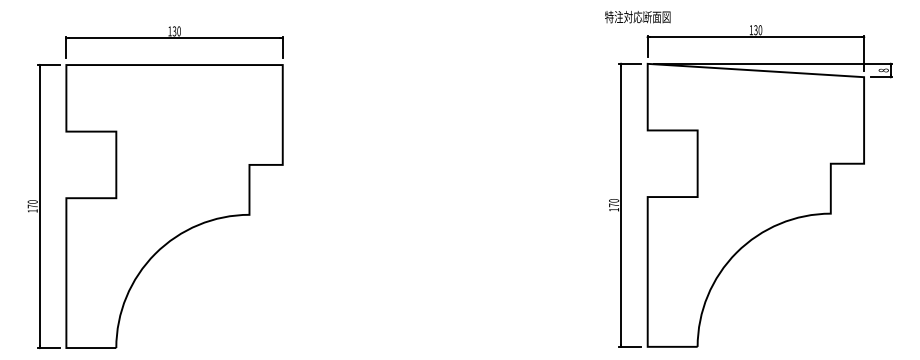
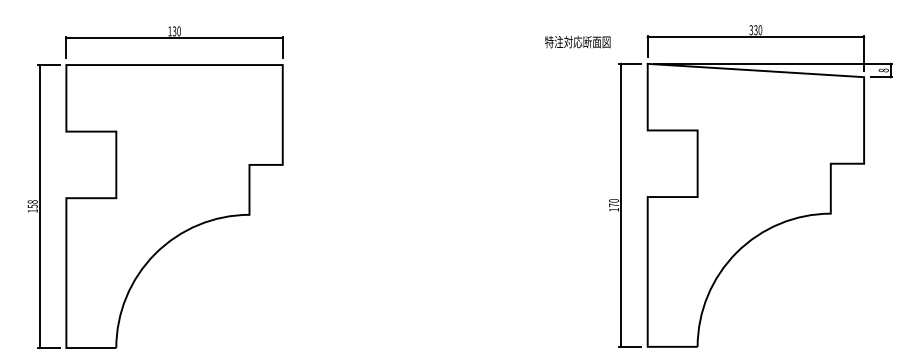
text at (637, 17) position: (637, 17) -> (577, 42)
text at (751, 30): 130 -> 330
text at (32, 204): 170 -> 158
